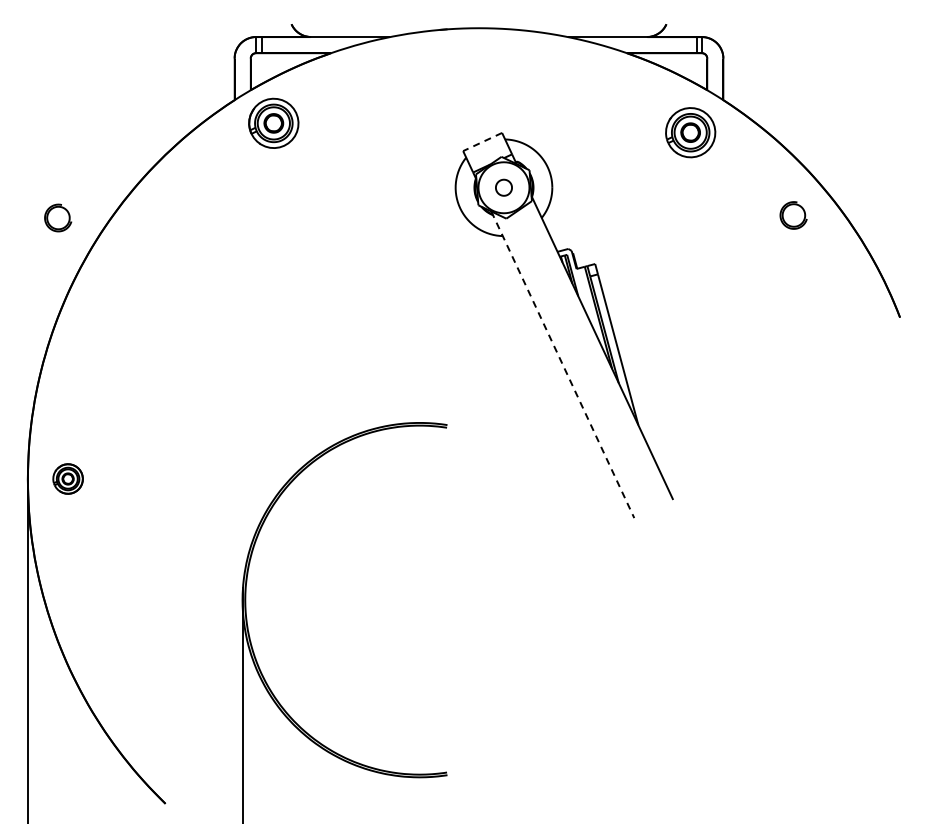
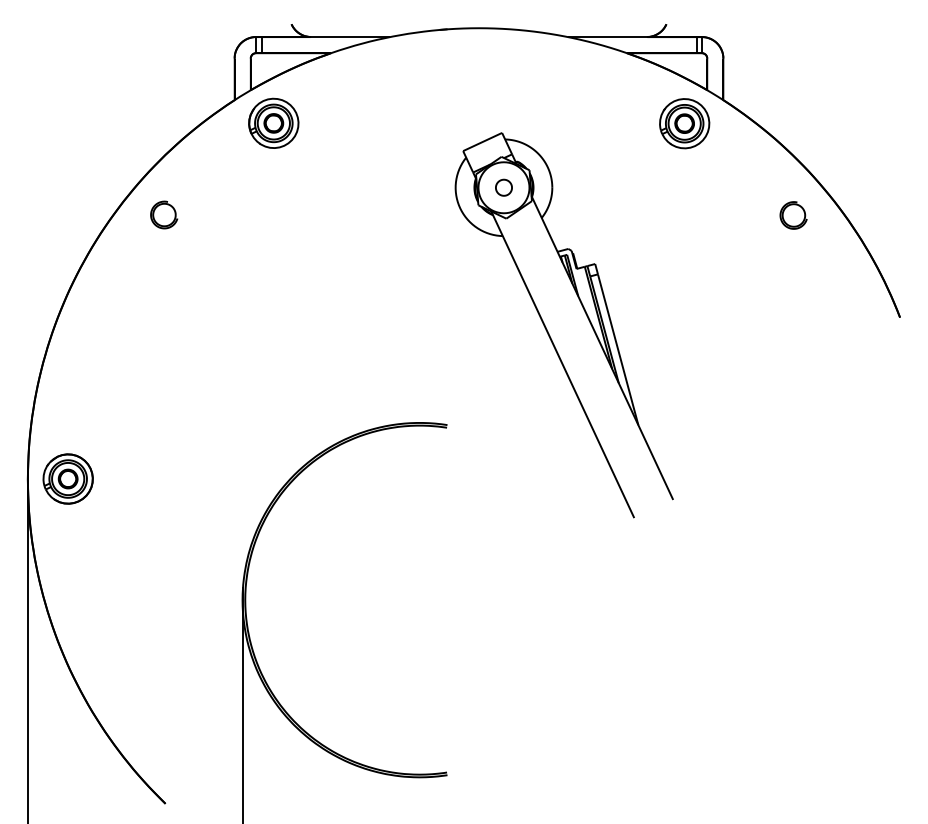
part at (690, 132) position: (690, 132) -> (684, 123)
line at (482, 142): dashed -> solid
part at (58, 217) position: (58, 217) -> (164, 214)
line at (563, 365): dashed -> solid
part at (67, 478) size: 32x32 px -> 52x52 px
